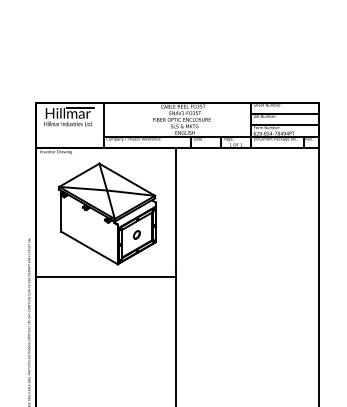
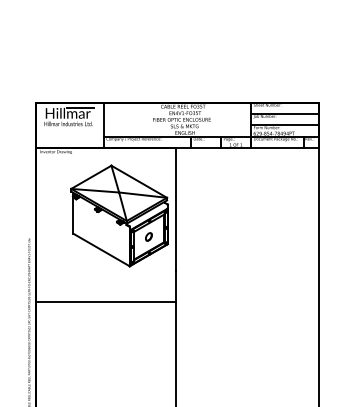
part at (107, 213) position: (107, 213) -> (119, 215)
line at (105, 277) position: (105, 277) -> (105, 302)
